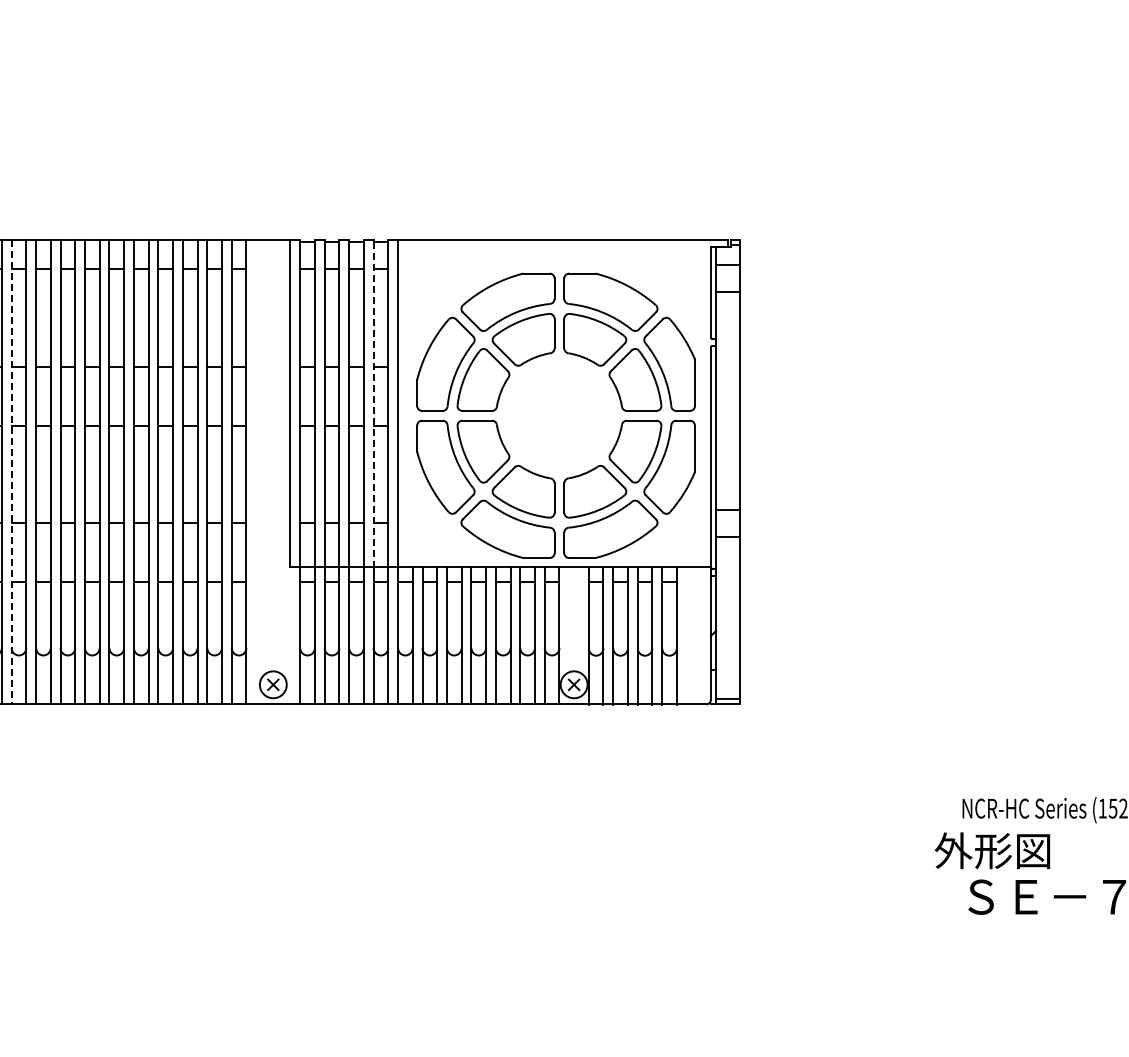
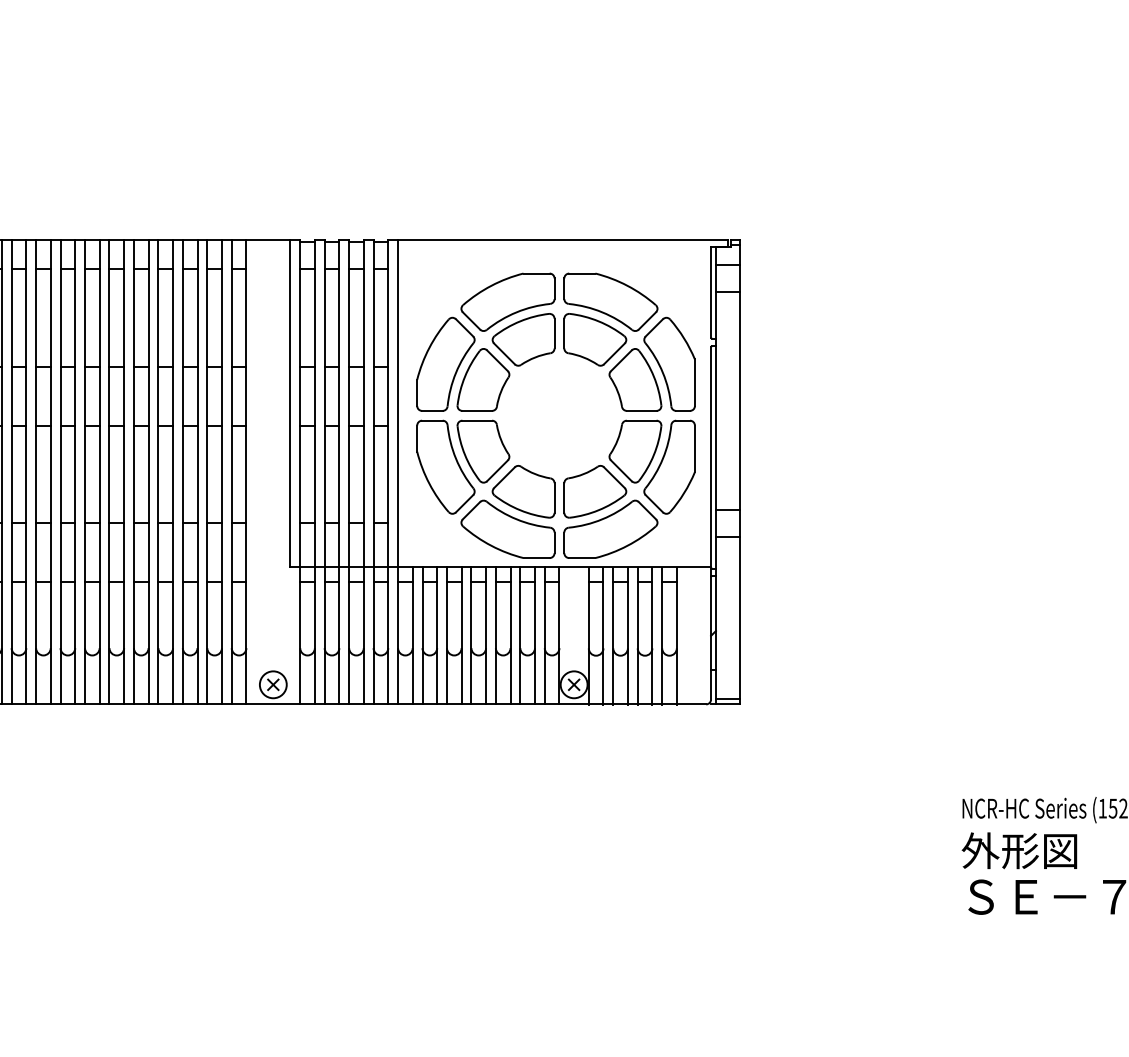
line at (373, 404): dashed -> solid
line at (11, 472): dashed -> solid
text at (992, 850) position: (992, 850) -> (1019, 850)
